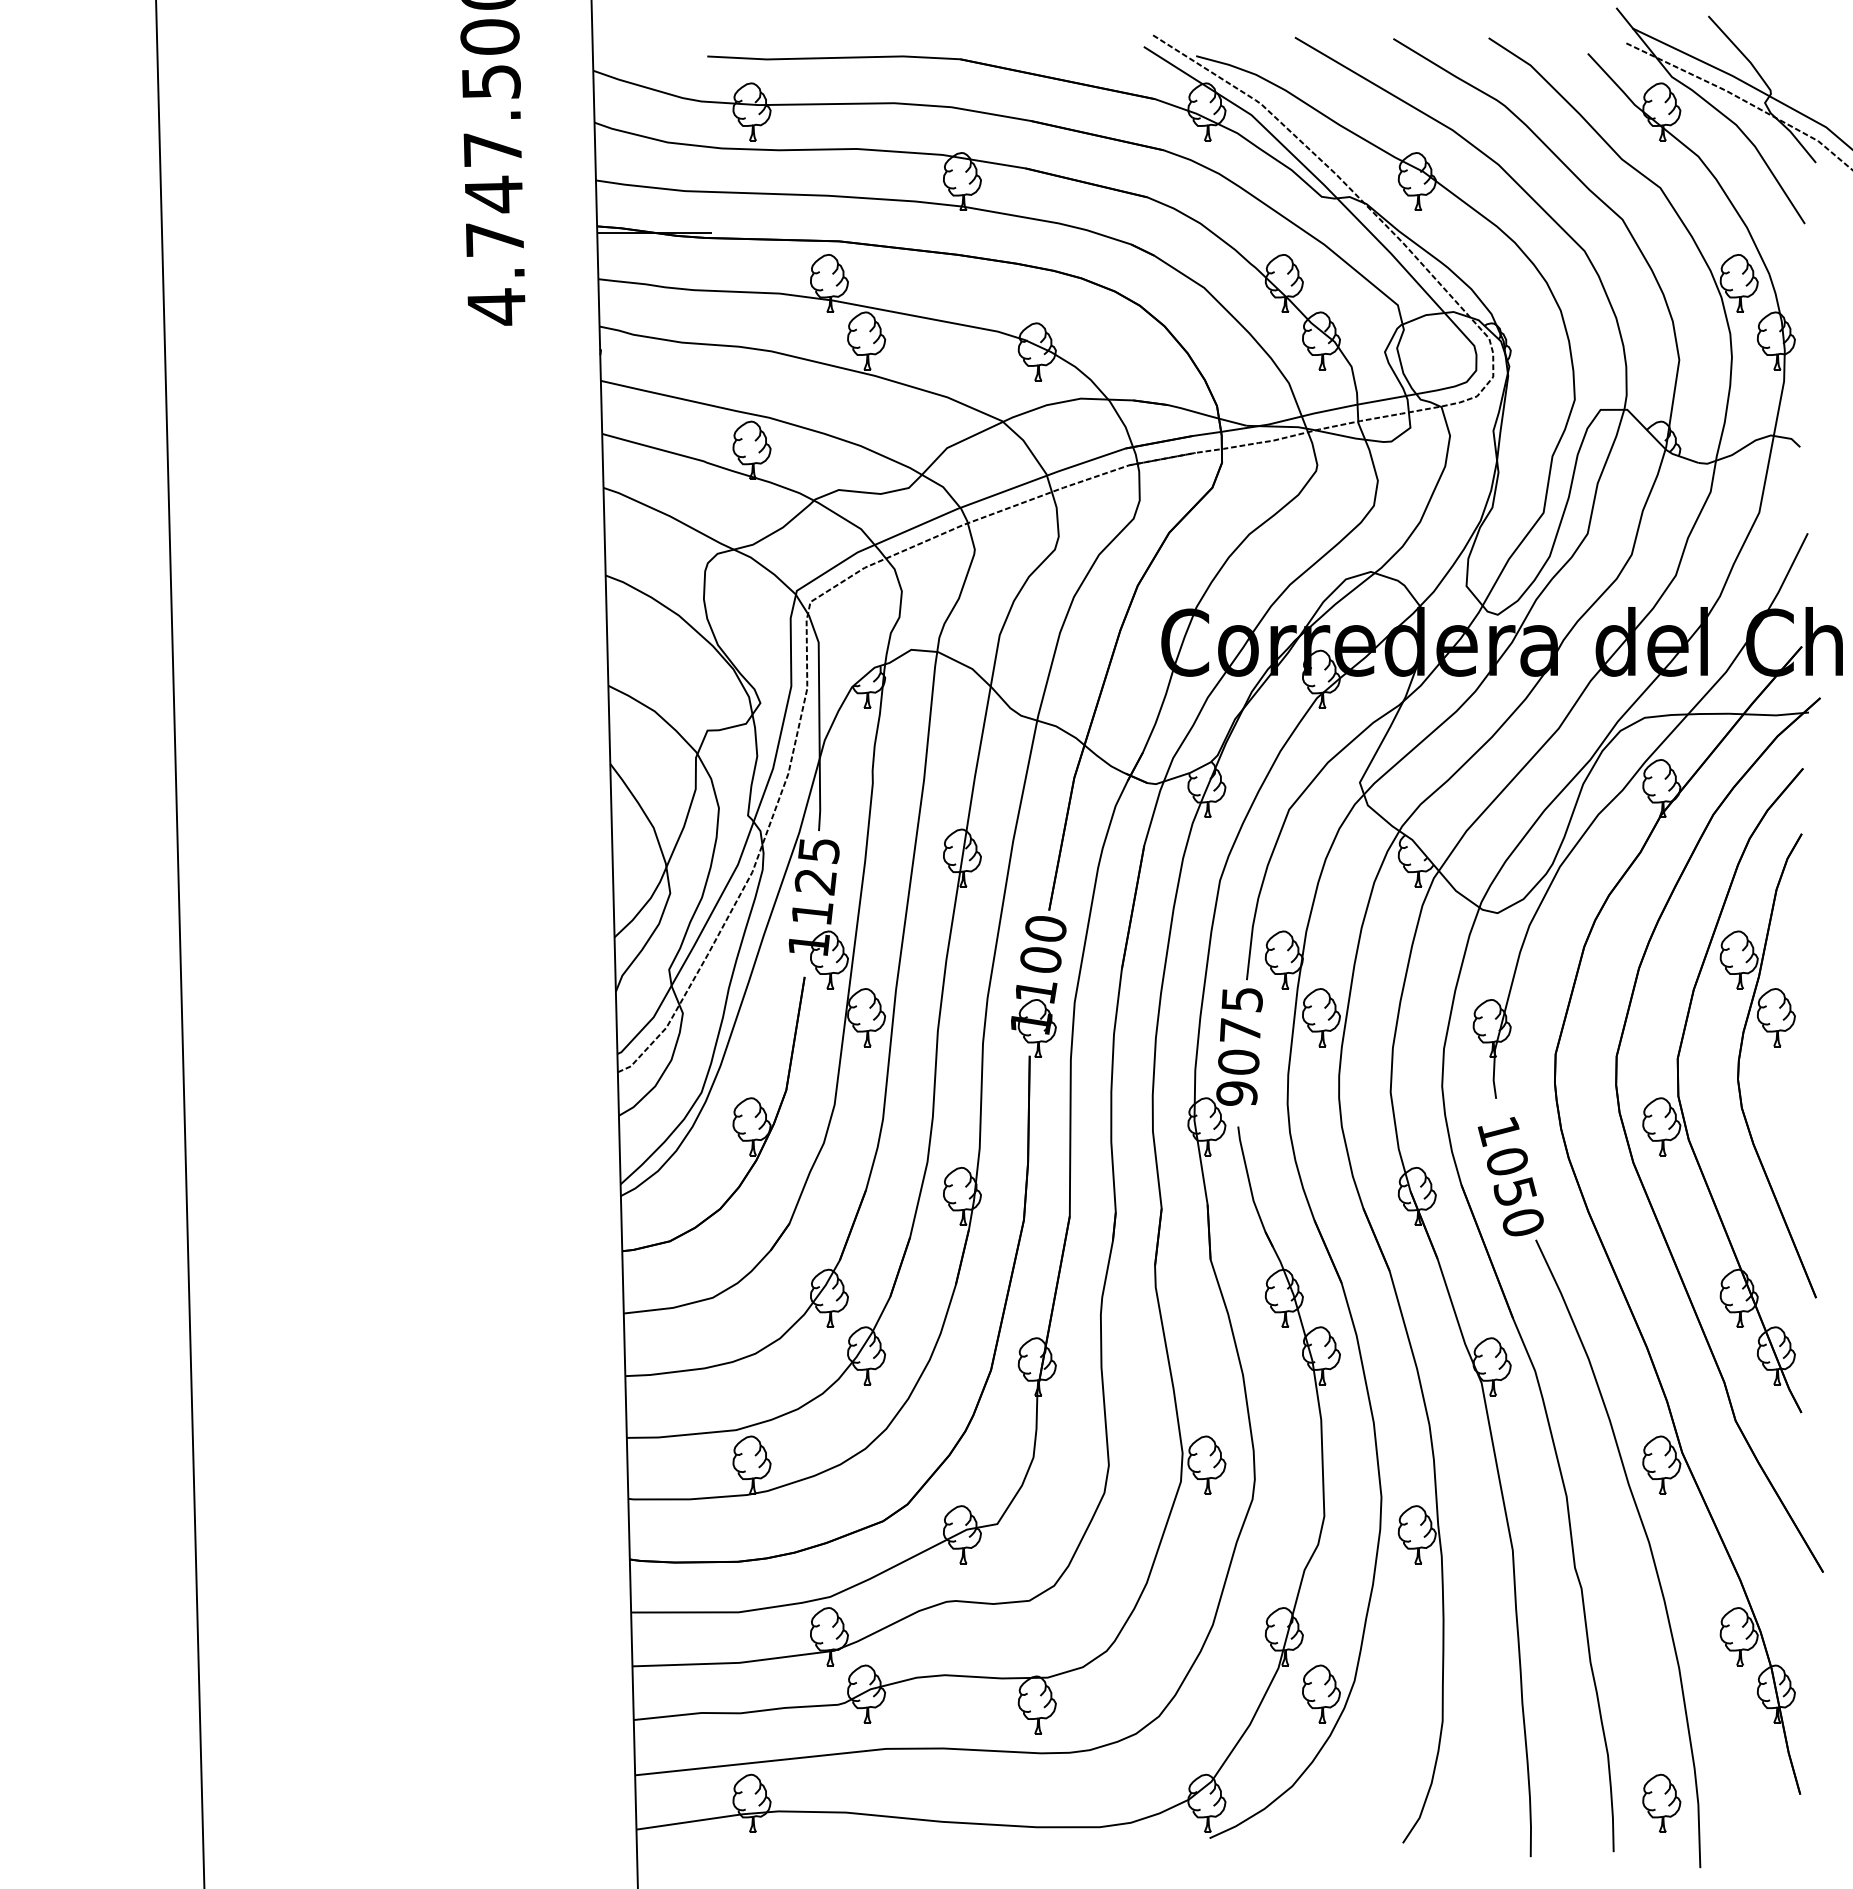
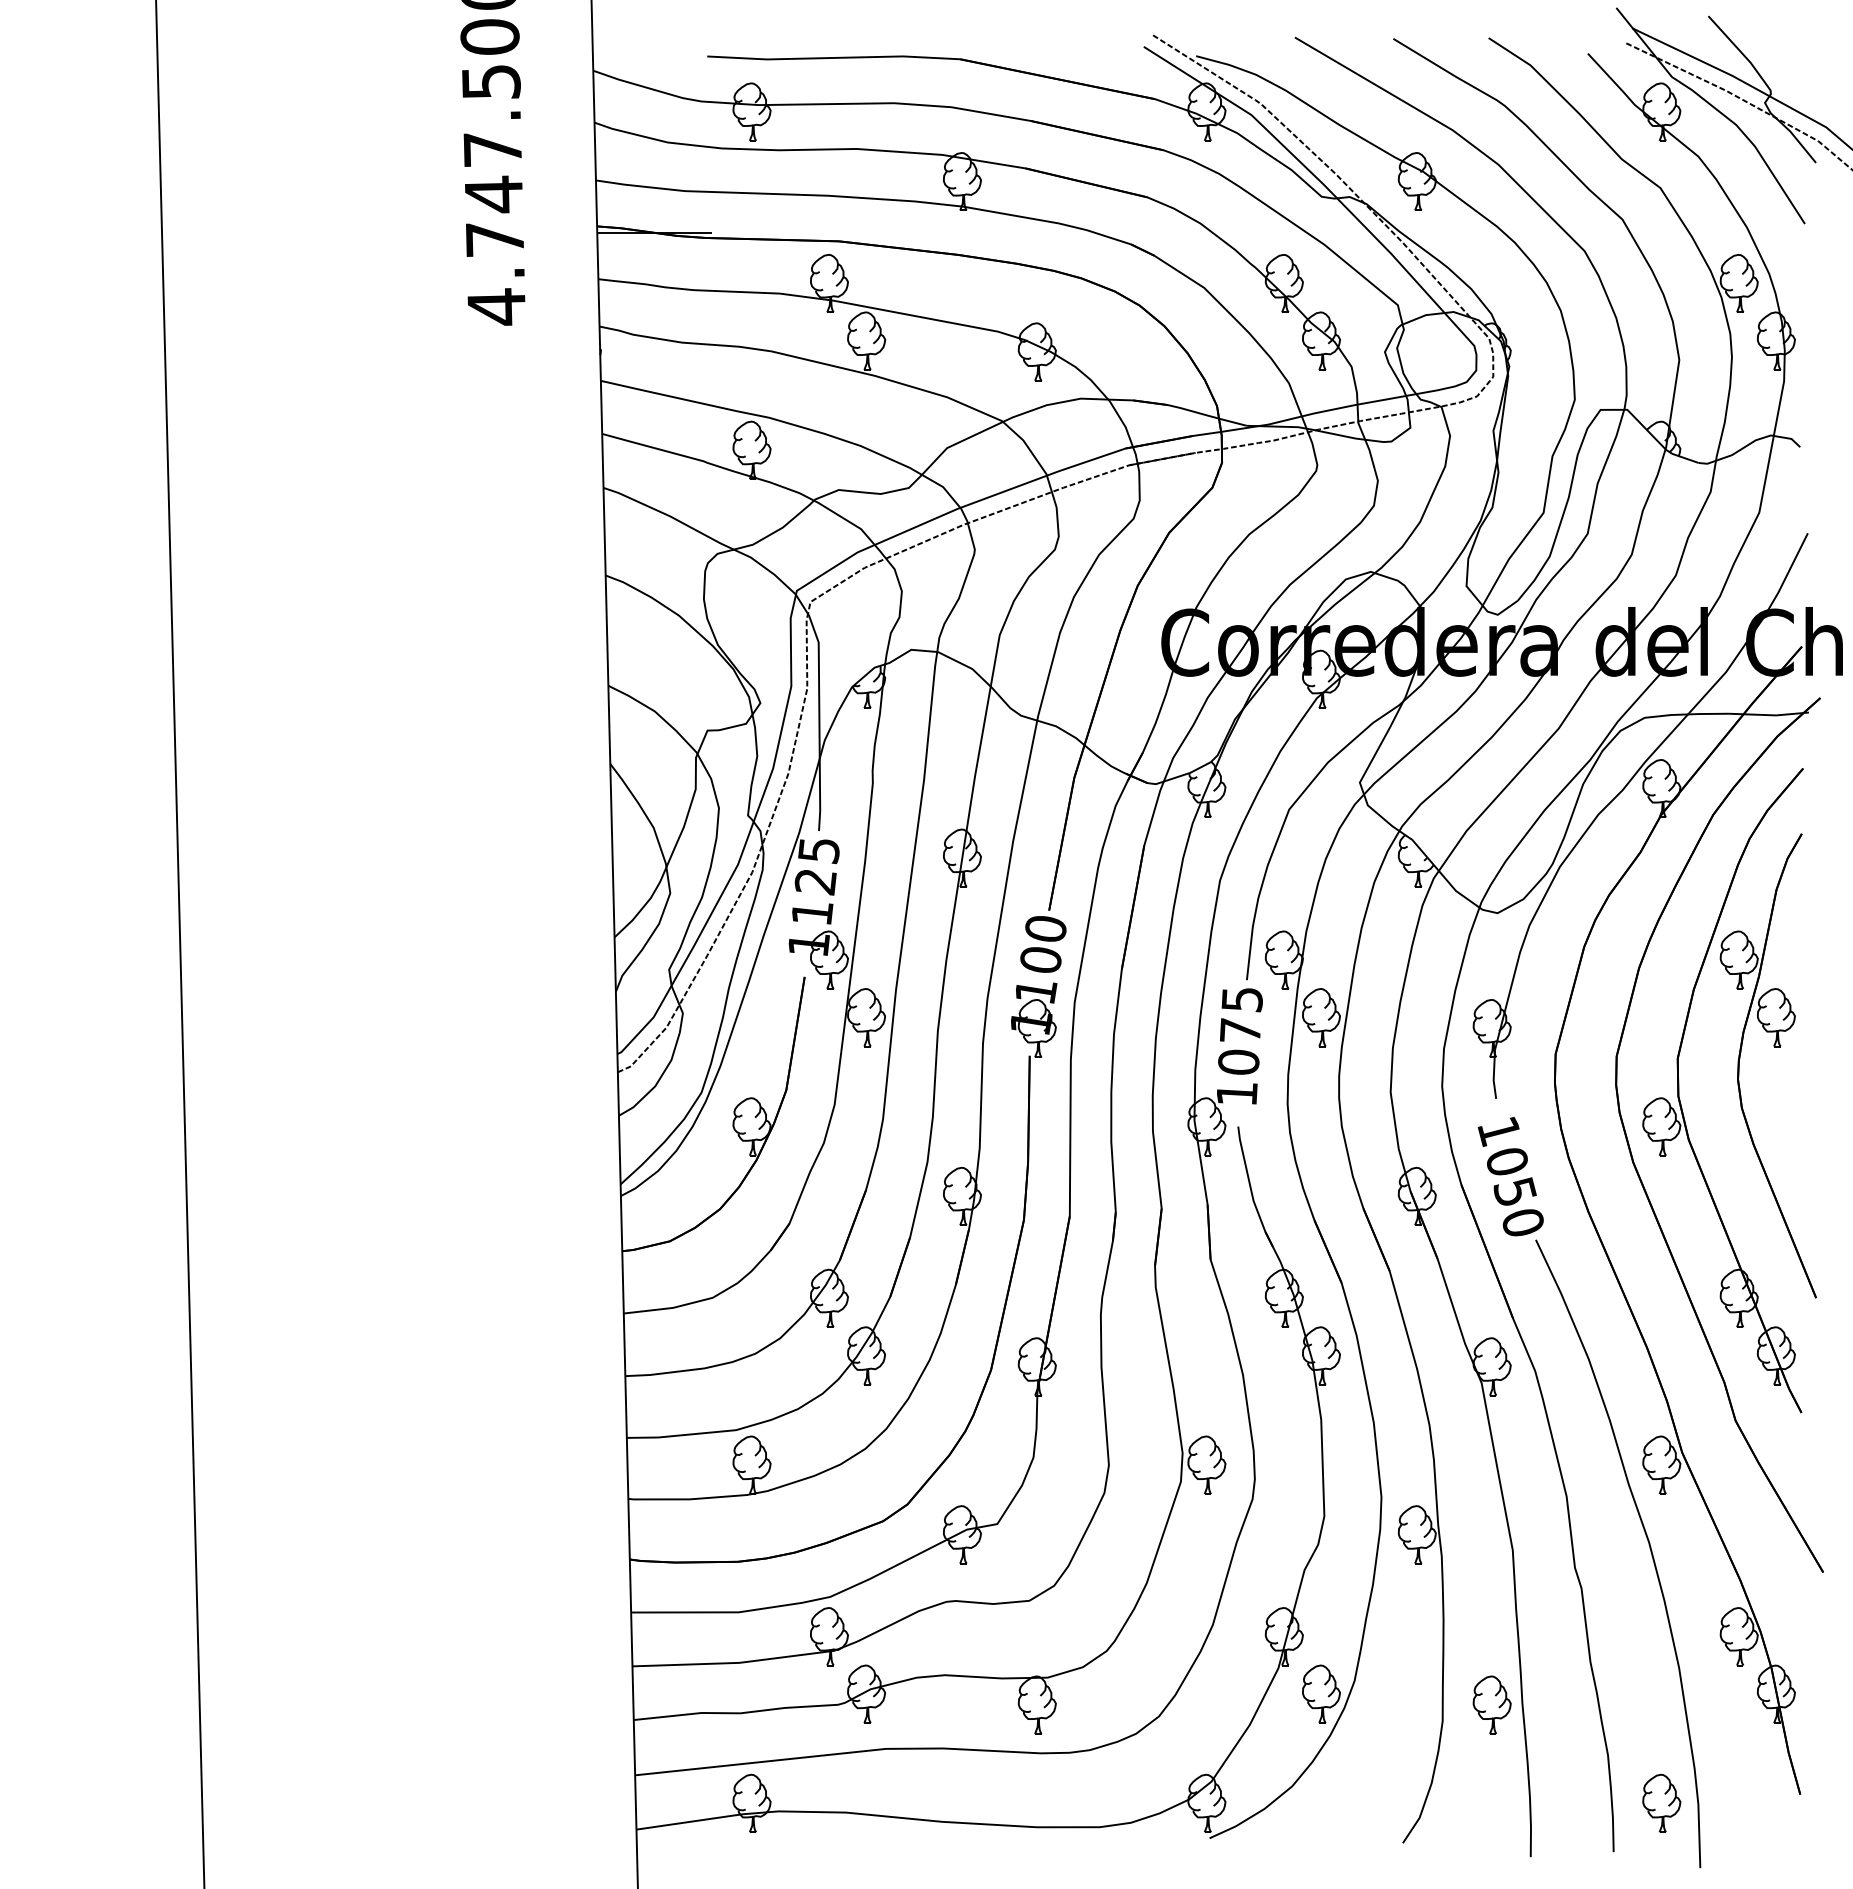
text at (1236, 1093): 9075 -> 1075
part at (1491, 1704): none -> present
